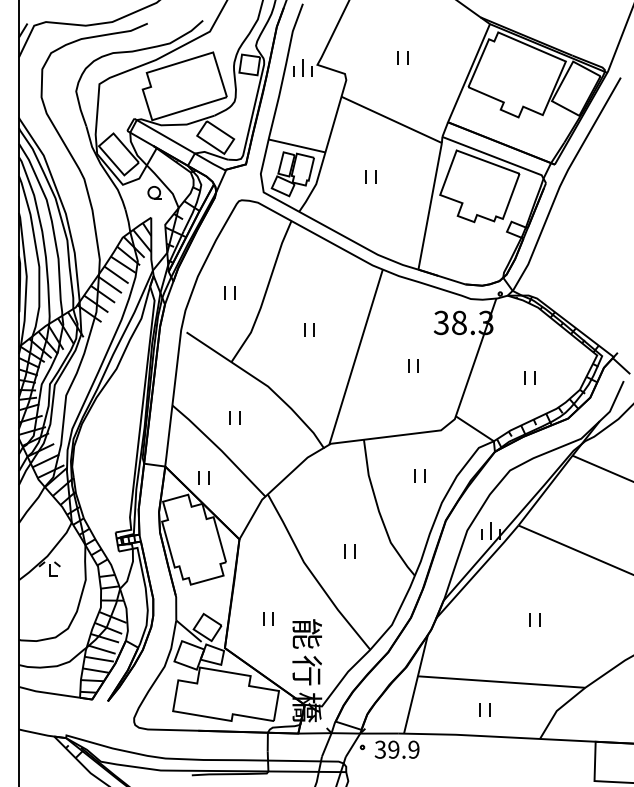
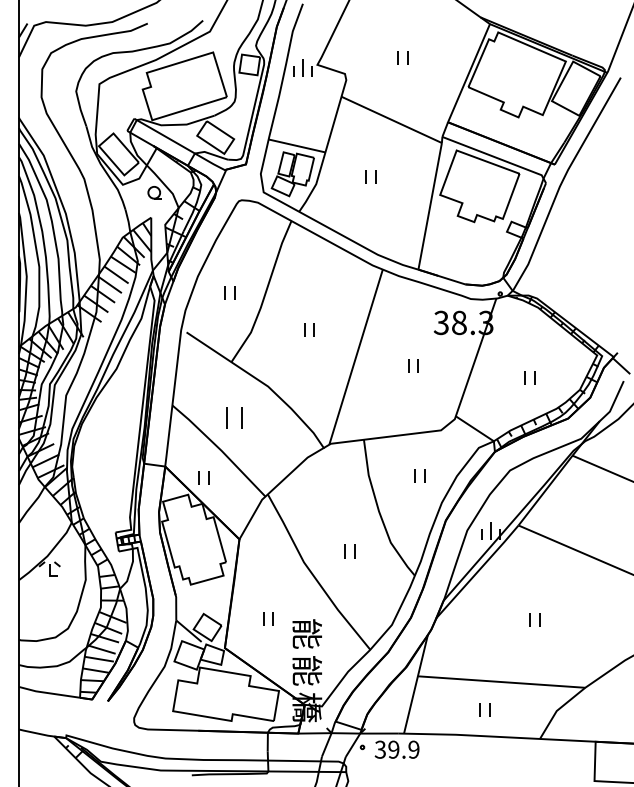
part at (234, 417) size: 12x14 px -> 17x22 px
text at (307, 670): 行 -> 能
